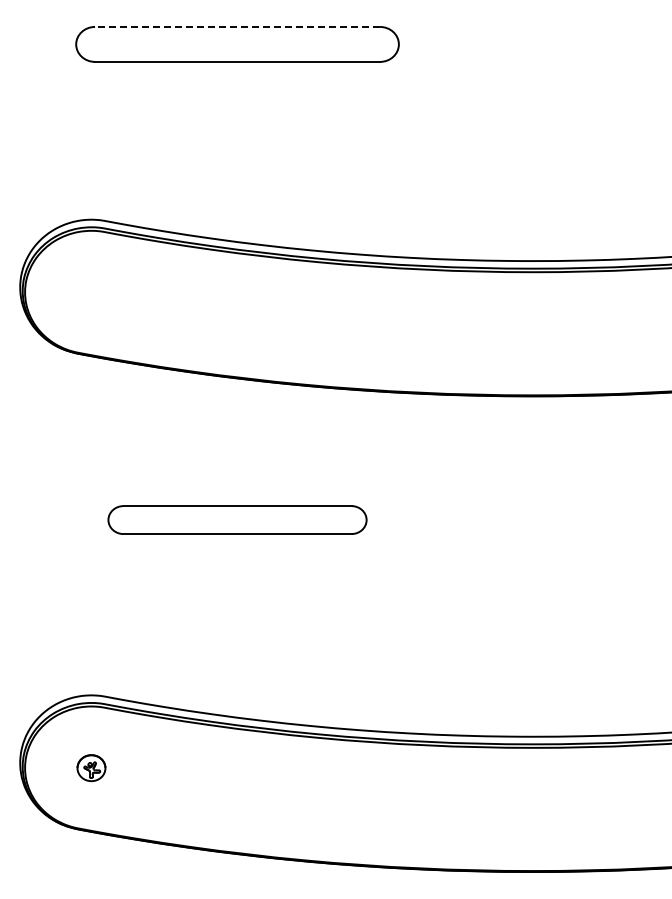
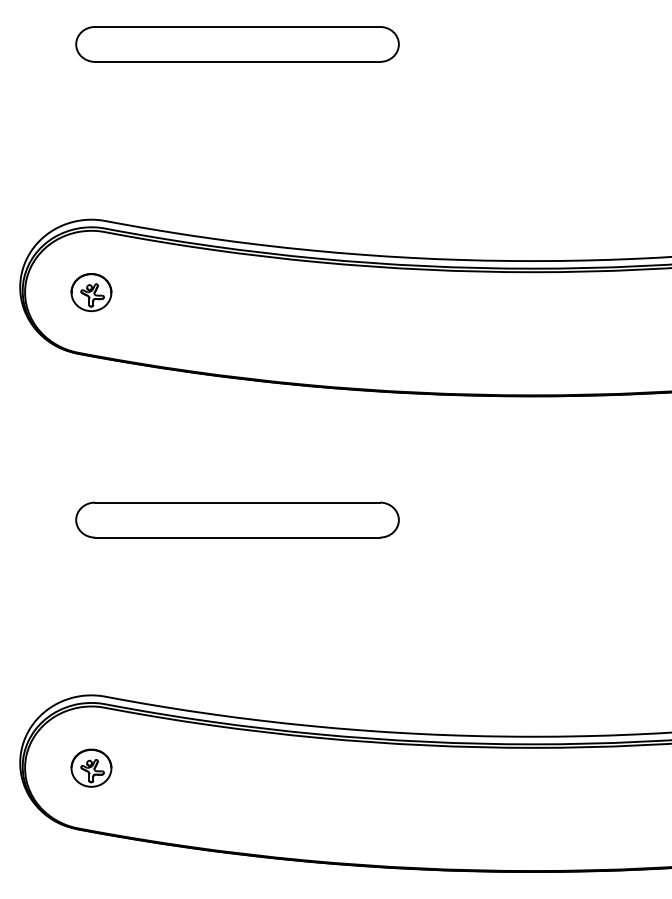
line at (237, 26): dashed -> solid
part at (91, 292): none -> present
part at (237, 519) size: 261x30 px -> 325x38 px
part at (91, 768) size: 31x29 px -> 43x40 px
